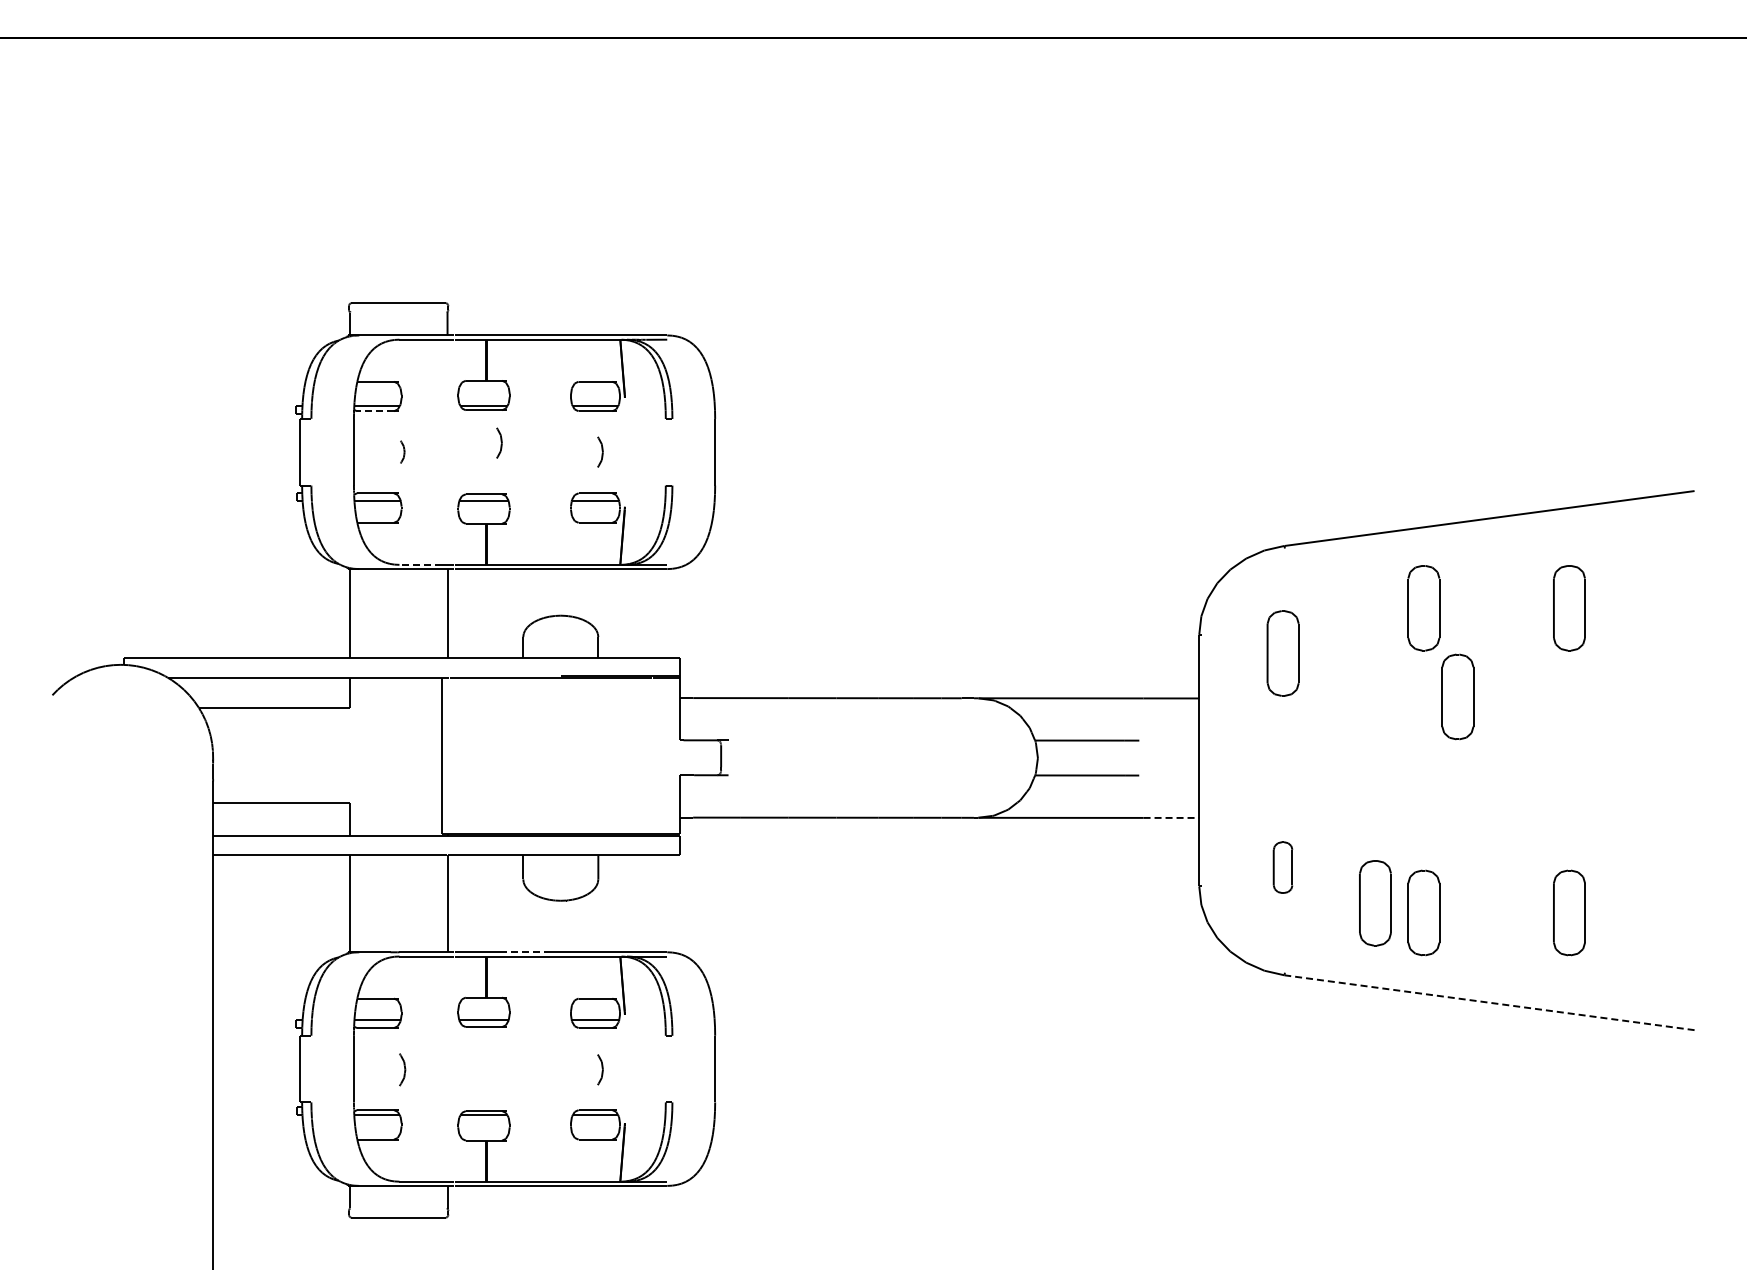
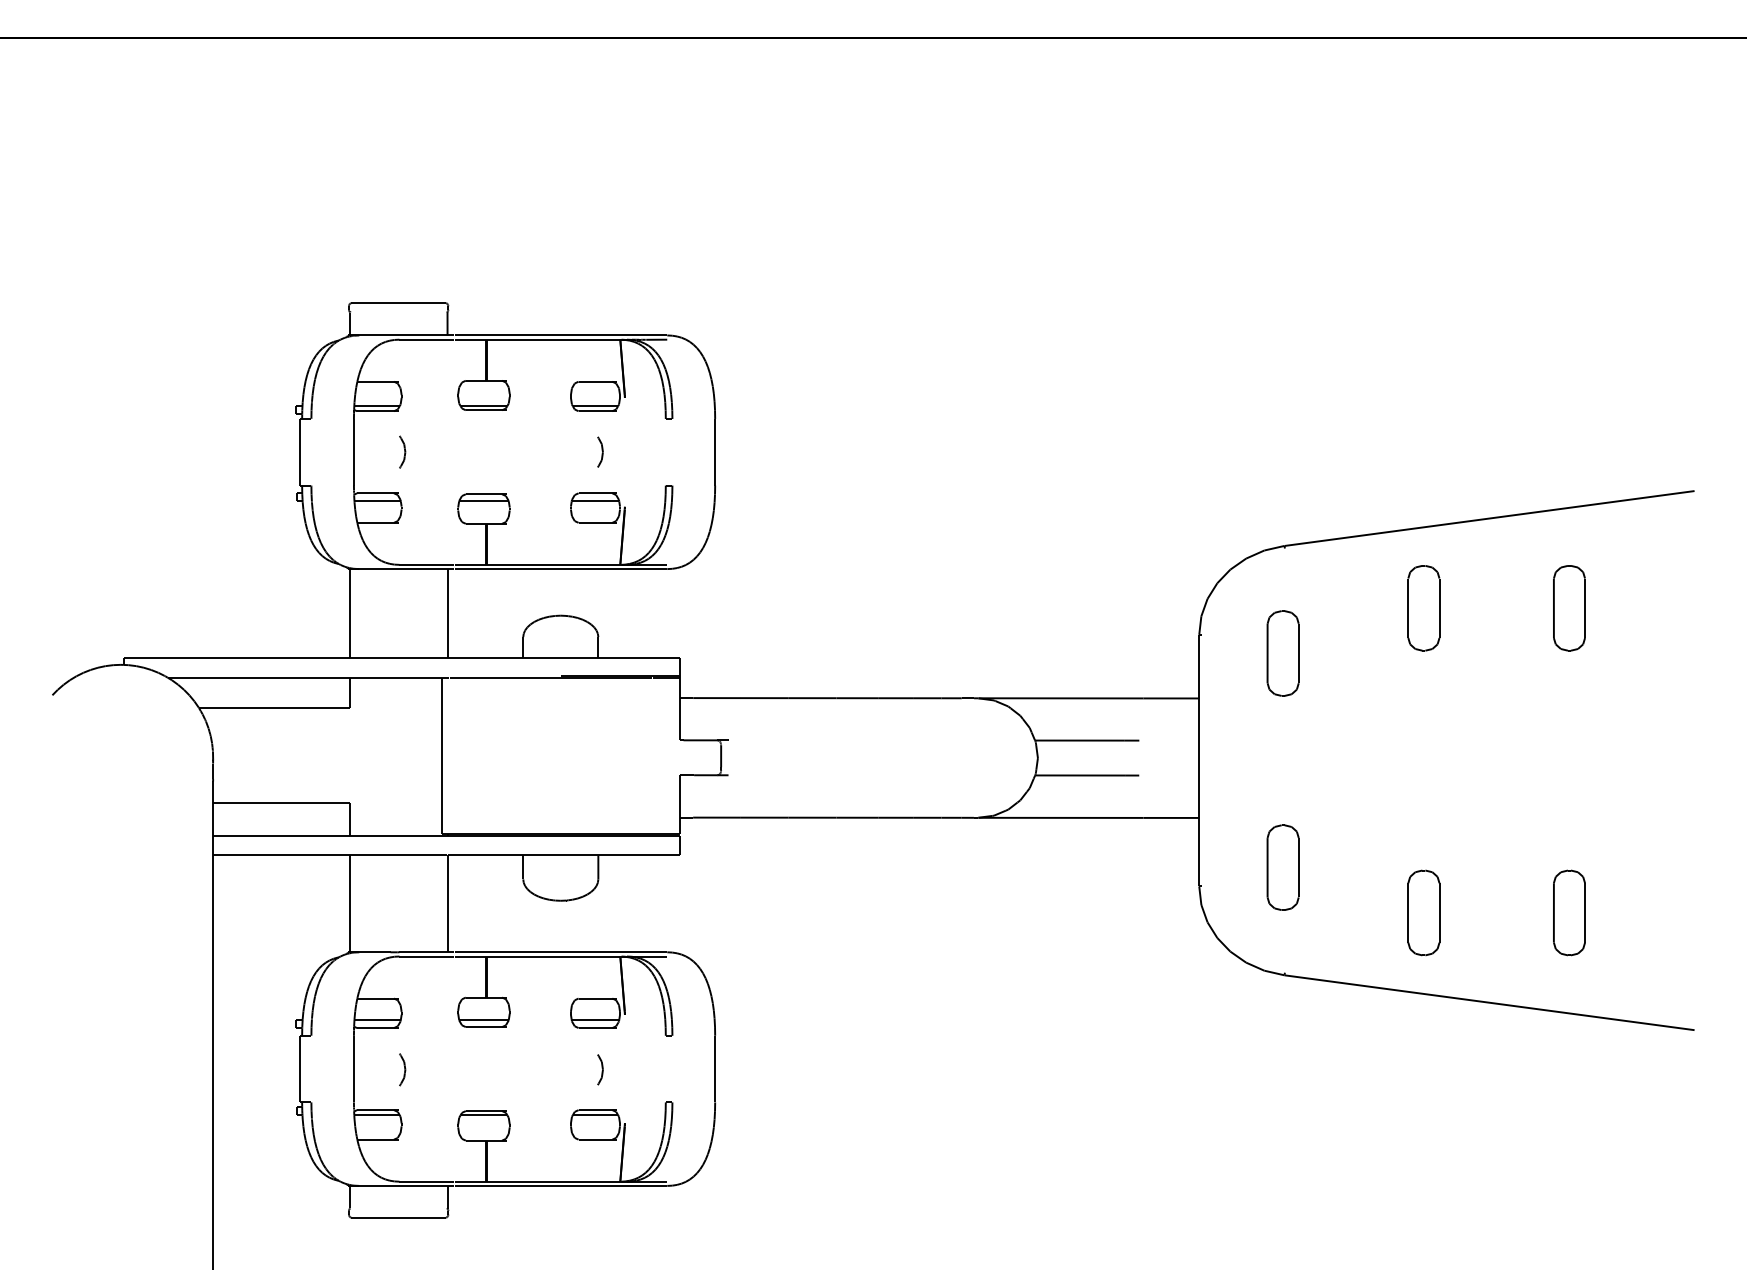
line at (375, 411): dashed -> solid
part at (499, 442): present -> none
part at (402, 451) size: 6x24 px -> 8x34 px
line at (420, 564): dashed -> solid
part at (1457, 696): present -> none
line at (1171, 817): dashed -> solid
part at (1282, 867) size: 22x53 px -> 34x87 px
part at (1375, 903): present -> none
line at (529, 952): dashed -> solid
line at (1489, 1002): dashed -> solid
